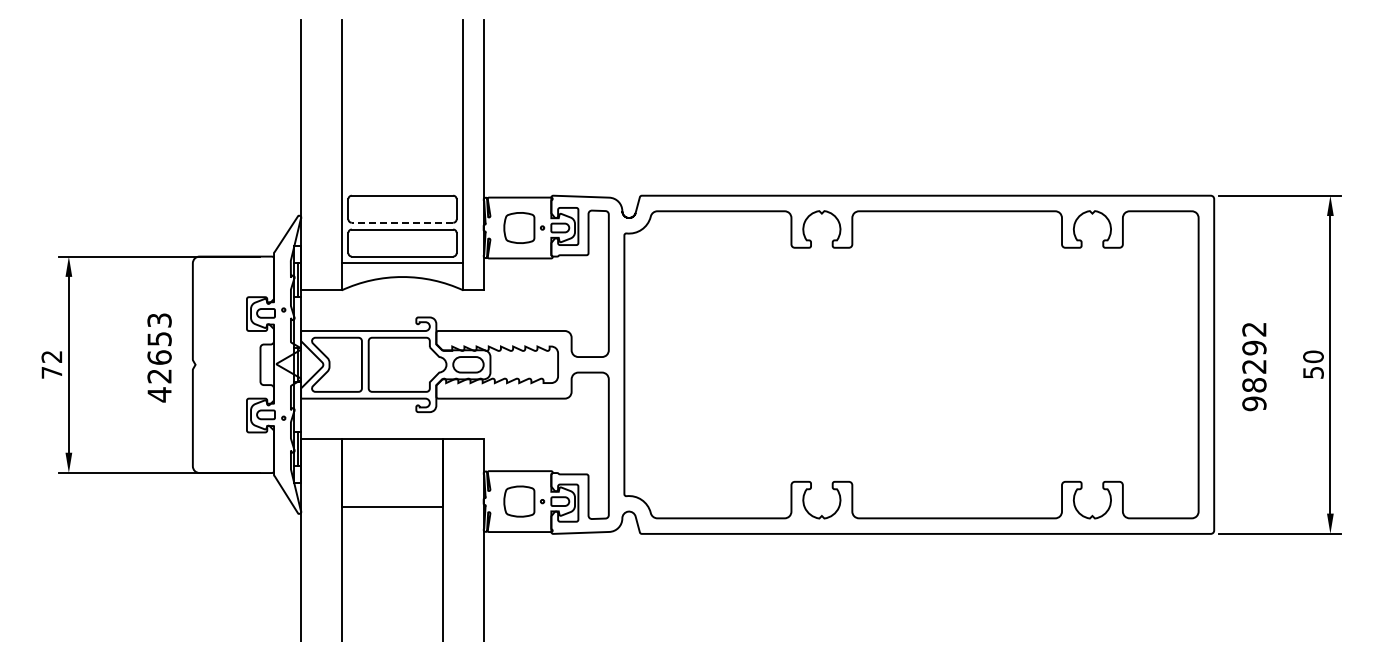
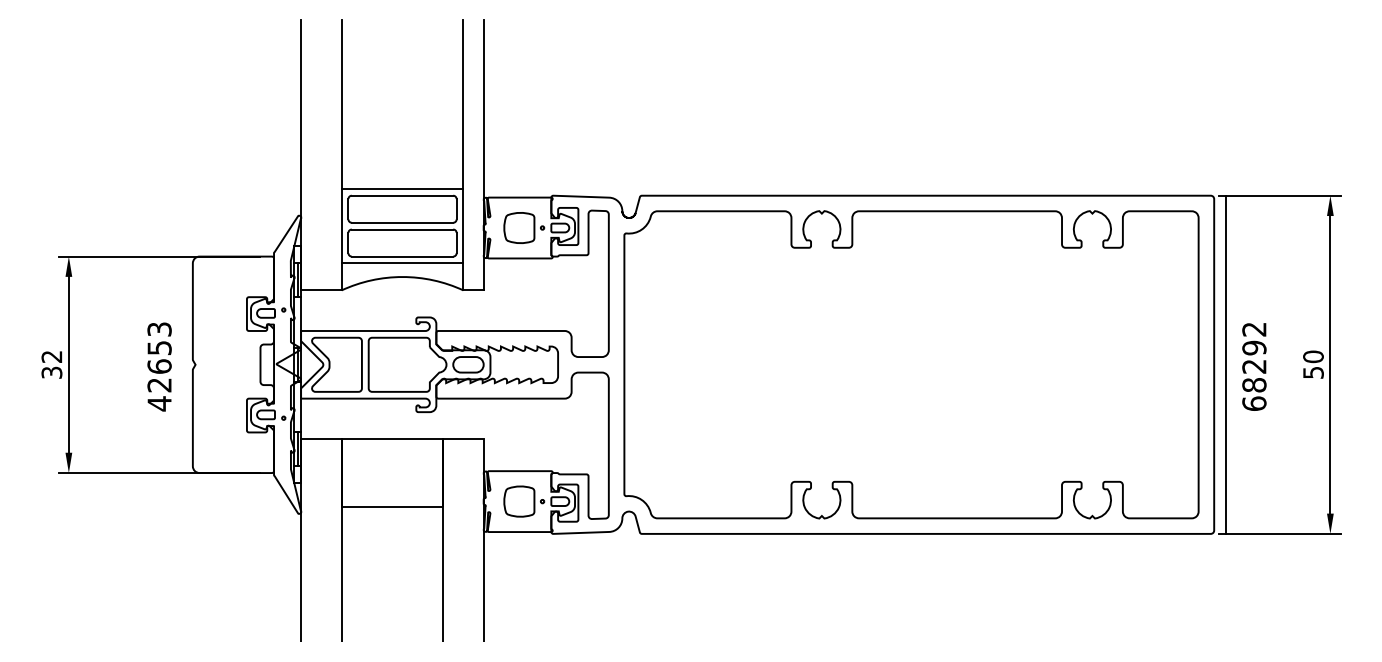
line at (402, 188): none -> present
line at (402, 222): dashed -> solid
text at (159, 357) position: (159, 357) -> (159, 366)
line at (1225, 364): none -> present
text at (51, 372): 72 -> 32
text at (1254, 403): 98292 -> 68292
